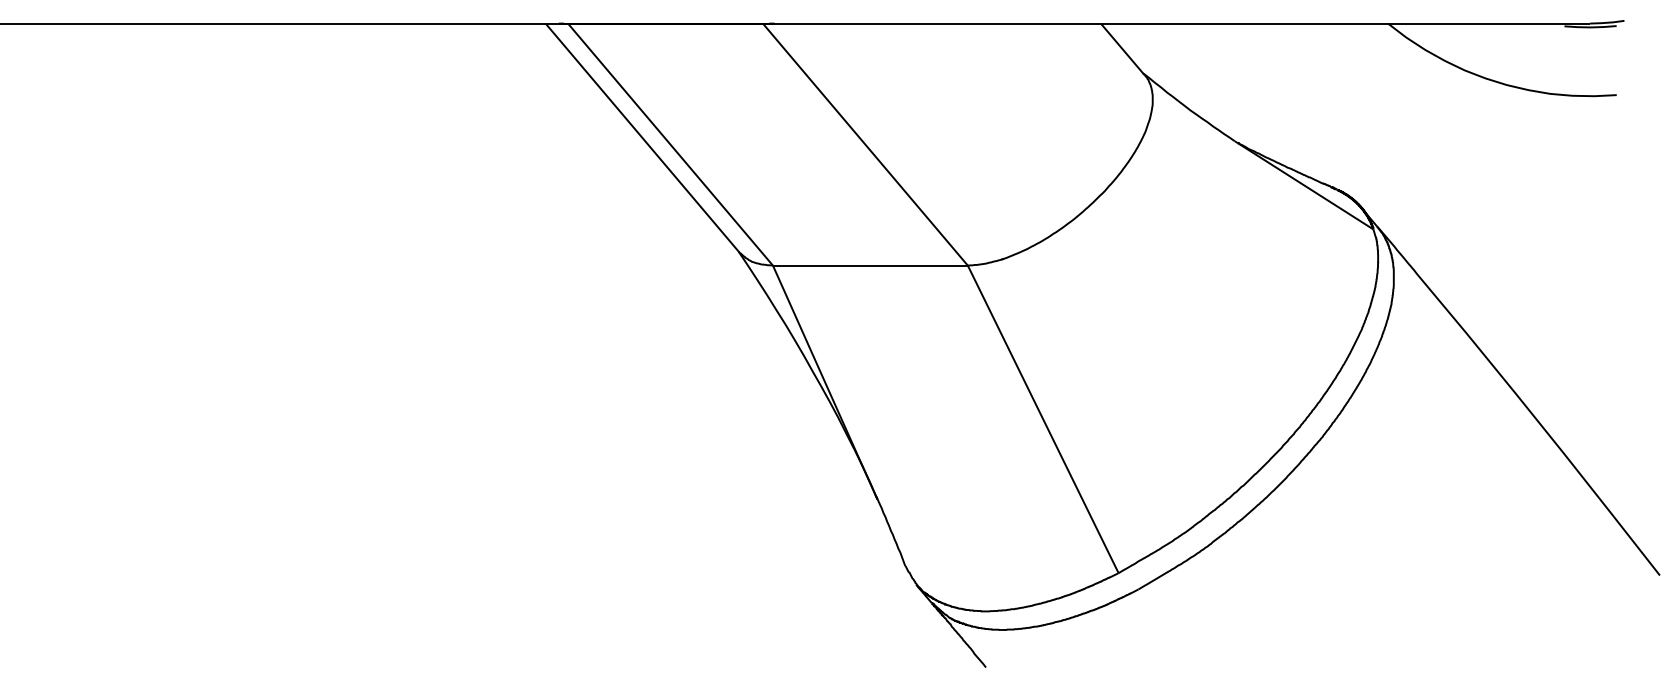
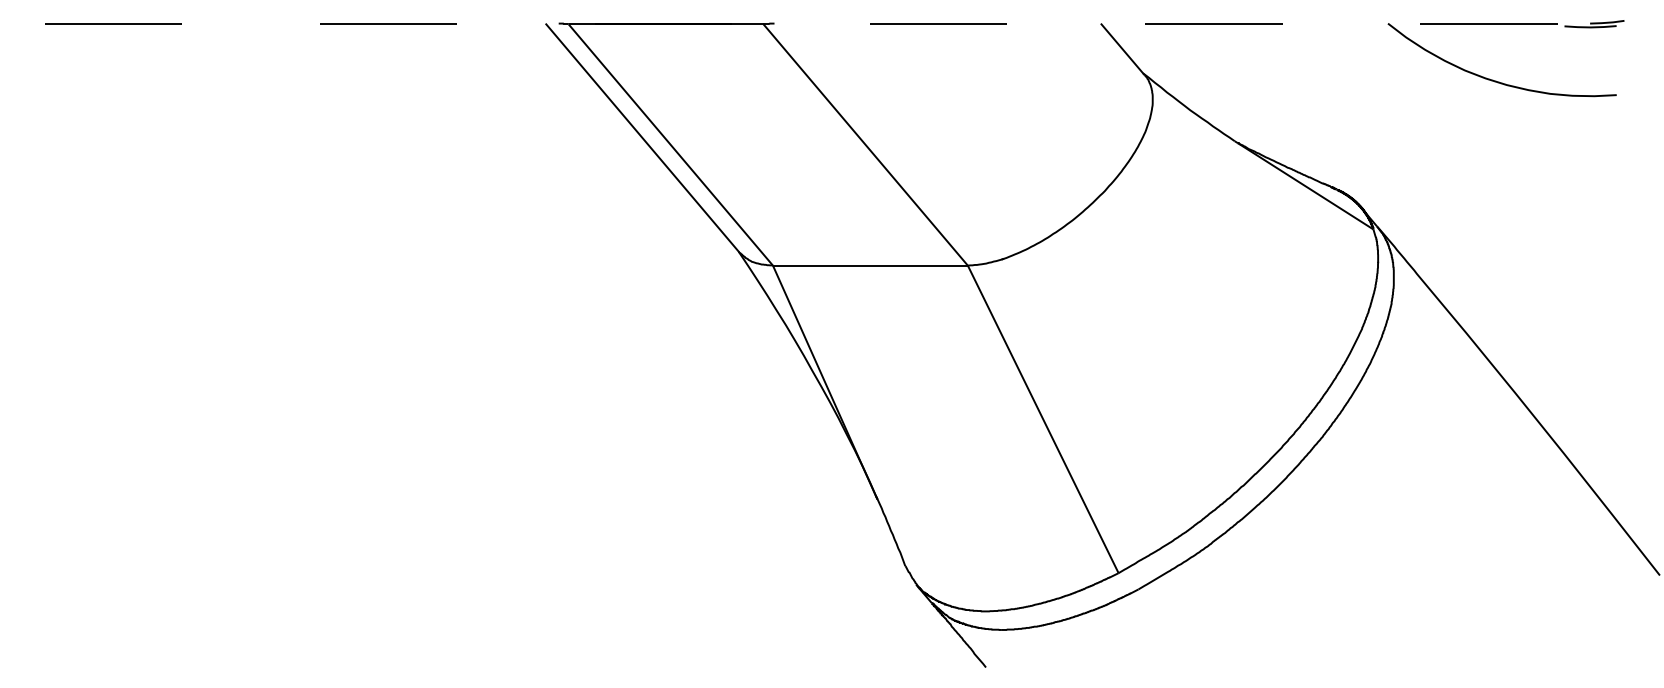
line at (795, 23): solid -> dashed
